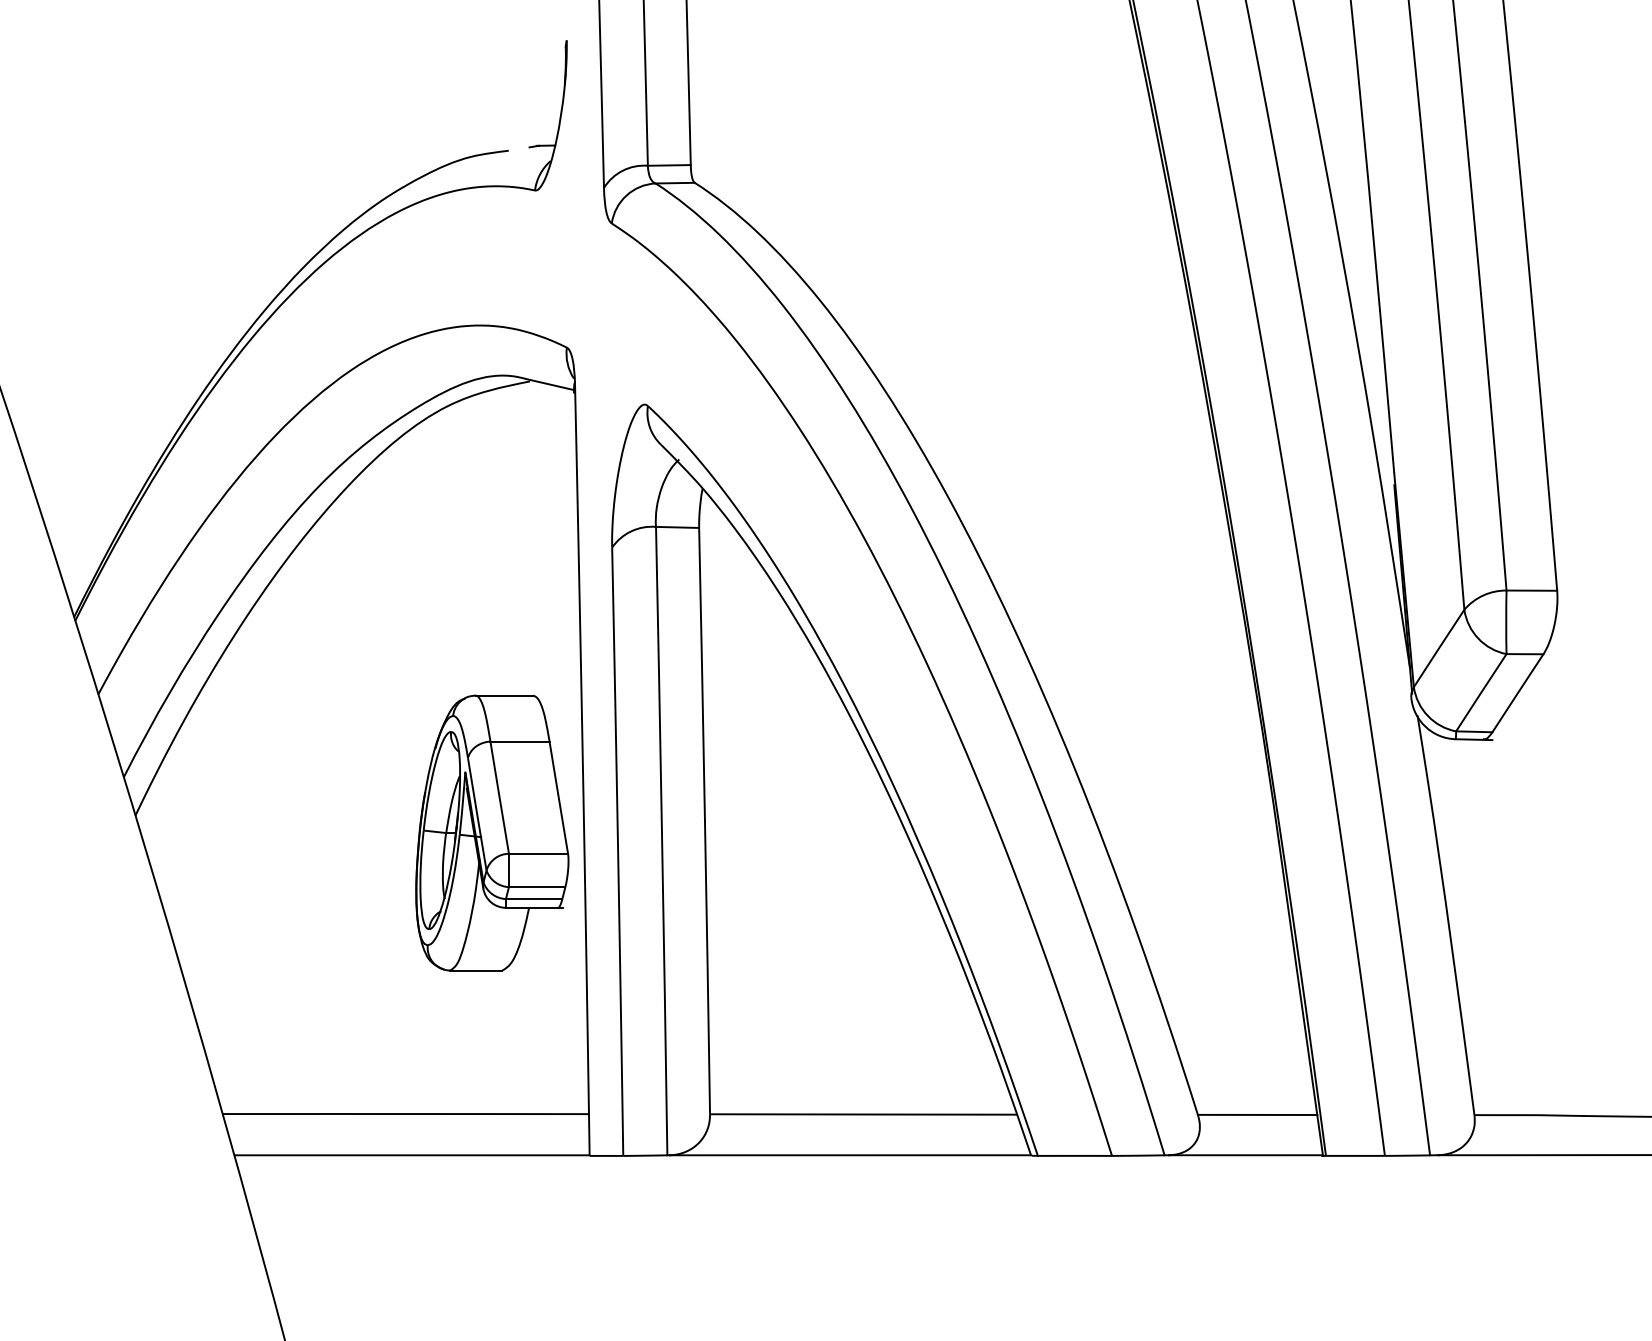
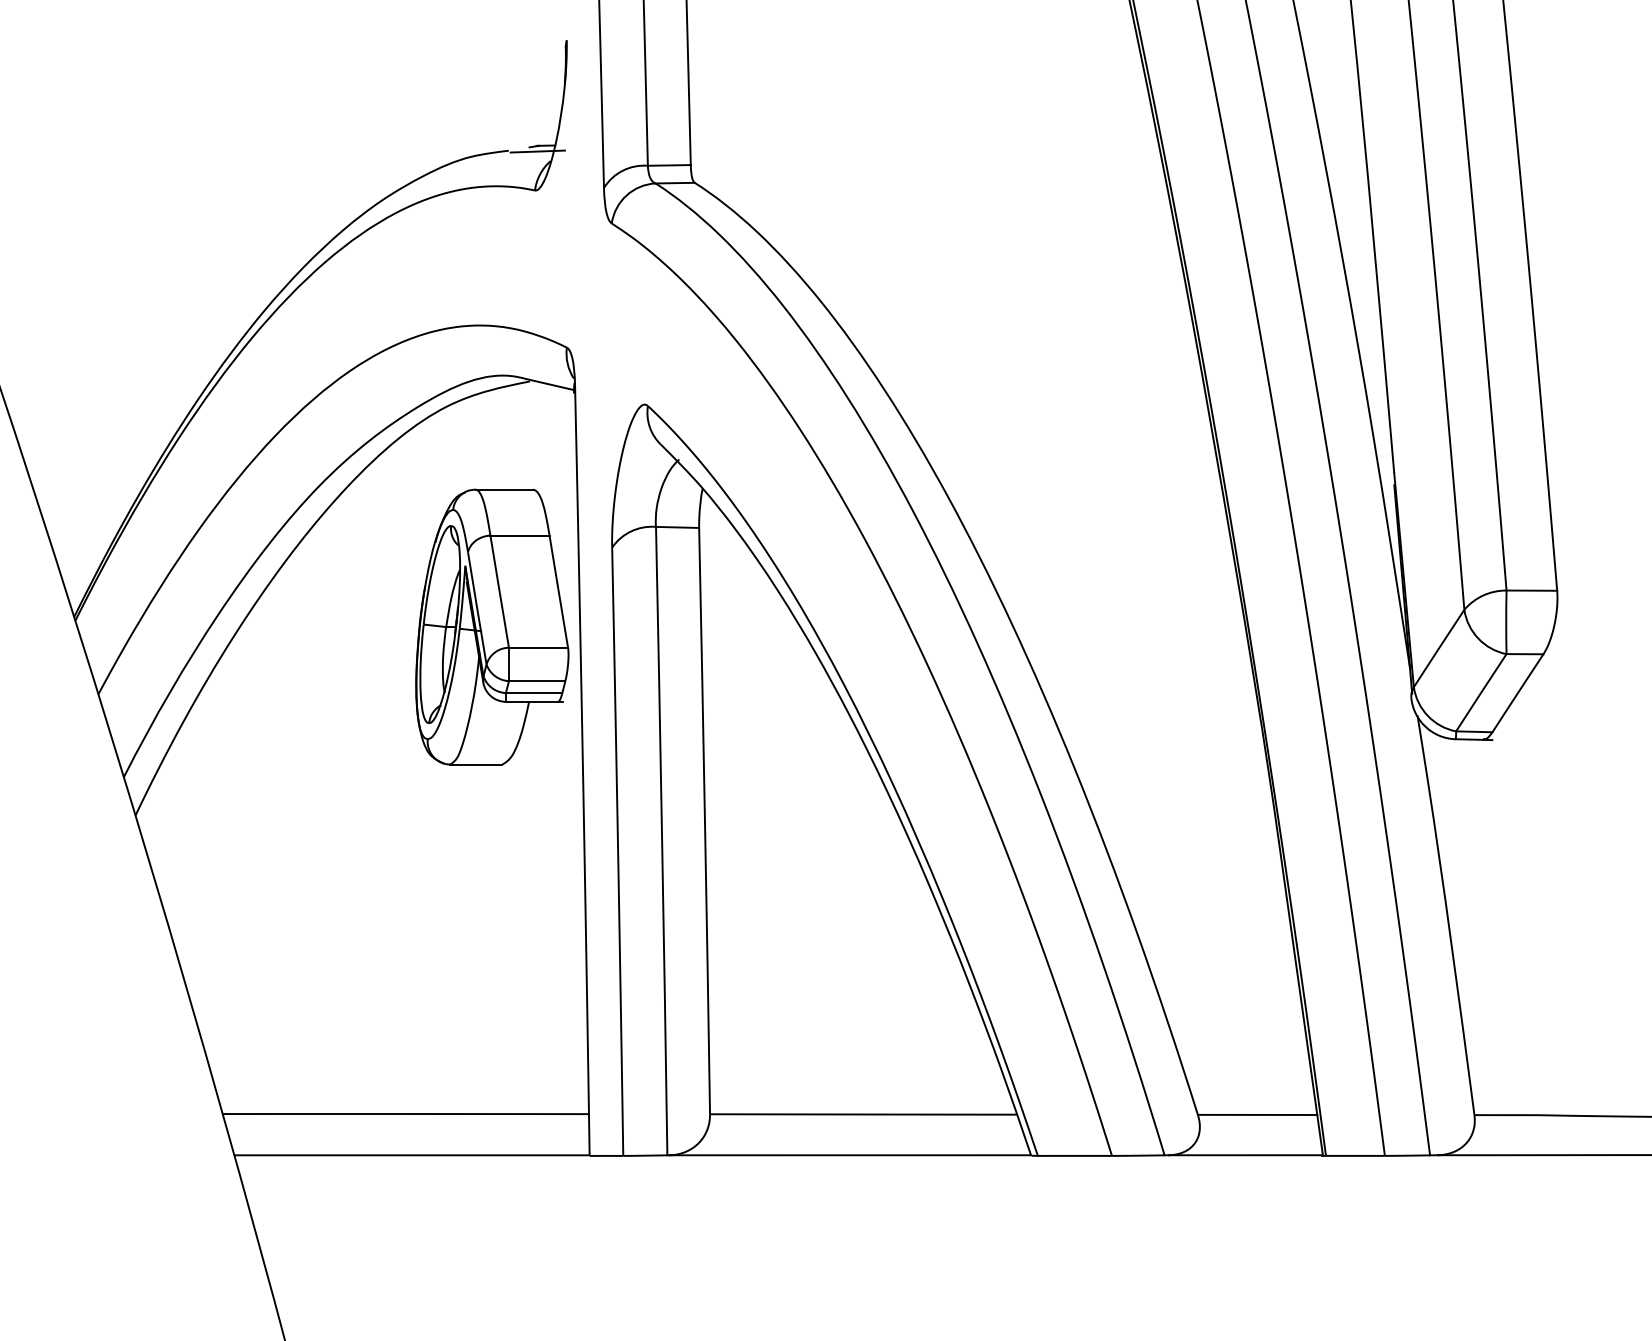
line at (537, 151): none -> present
part at (492, 832) position: (492, 832) -> (492, 626)
